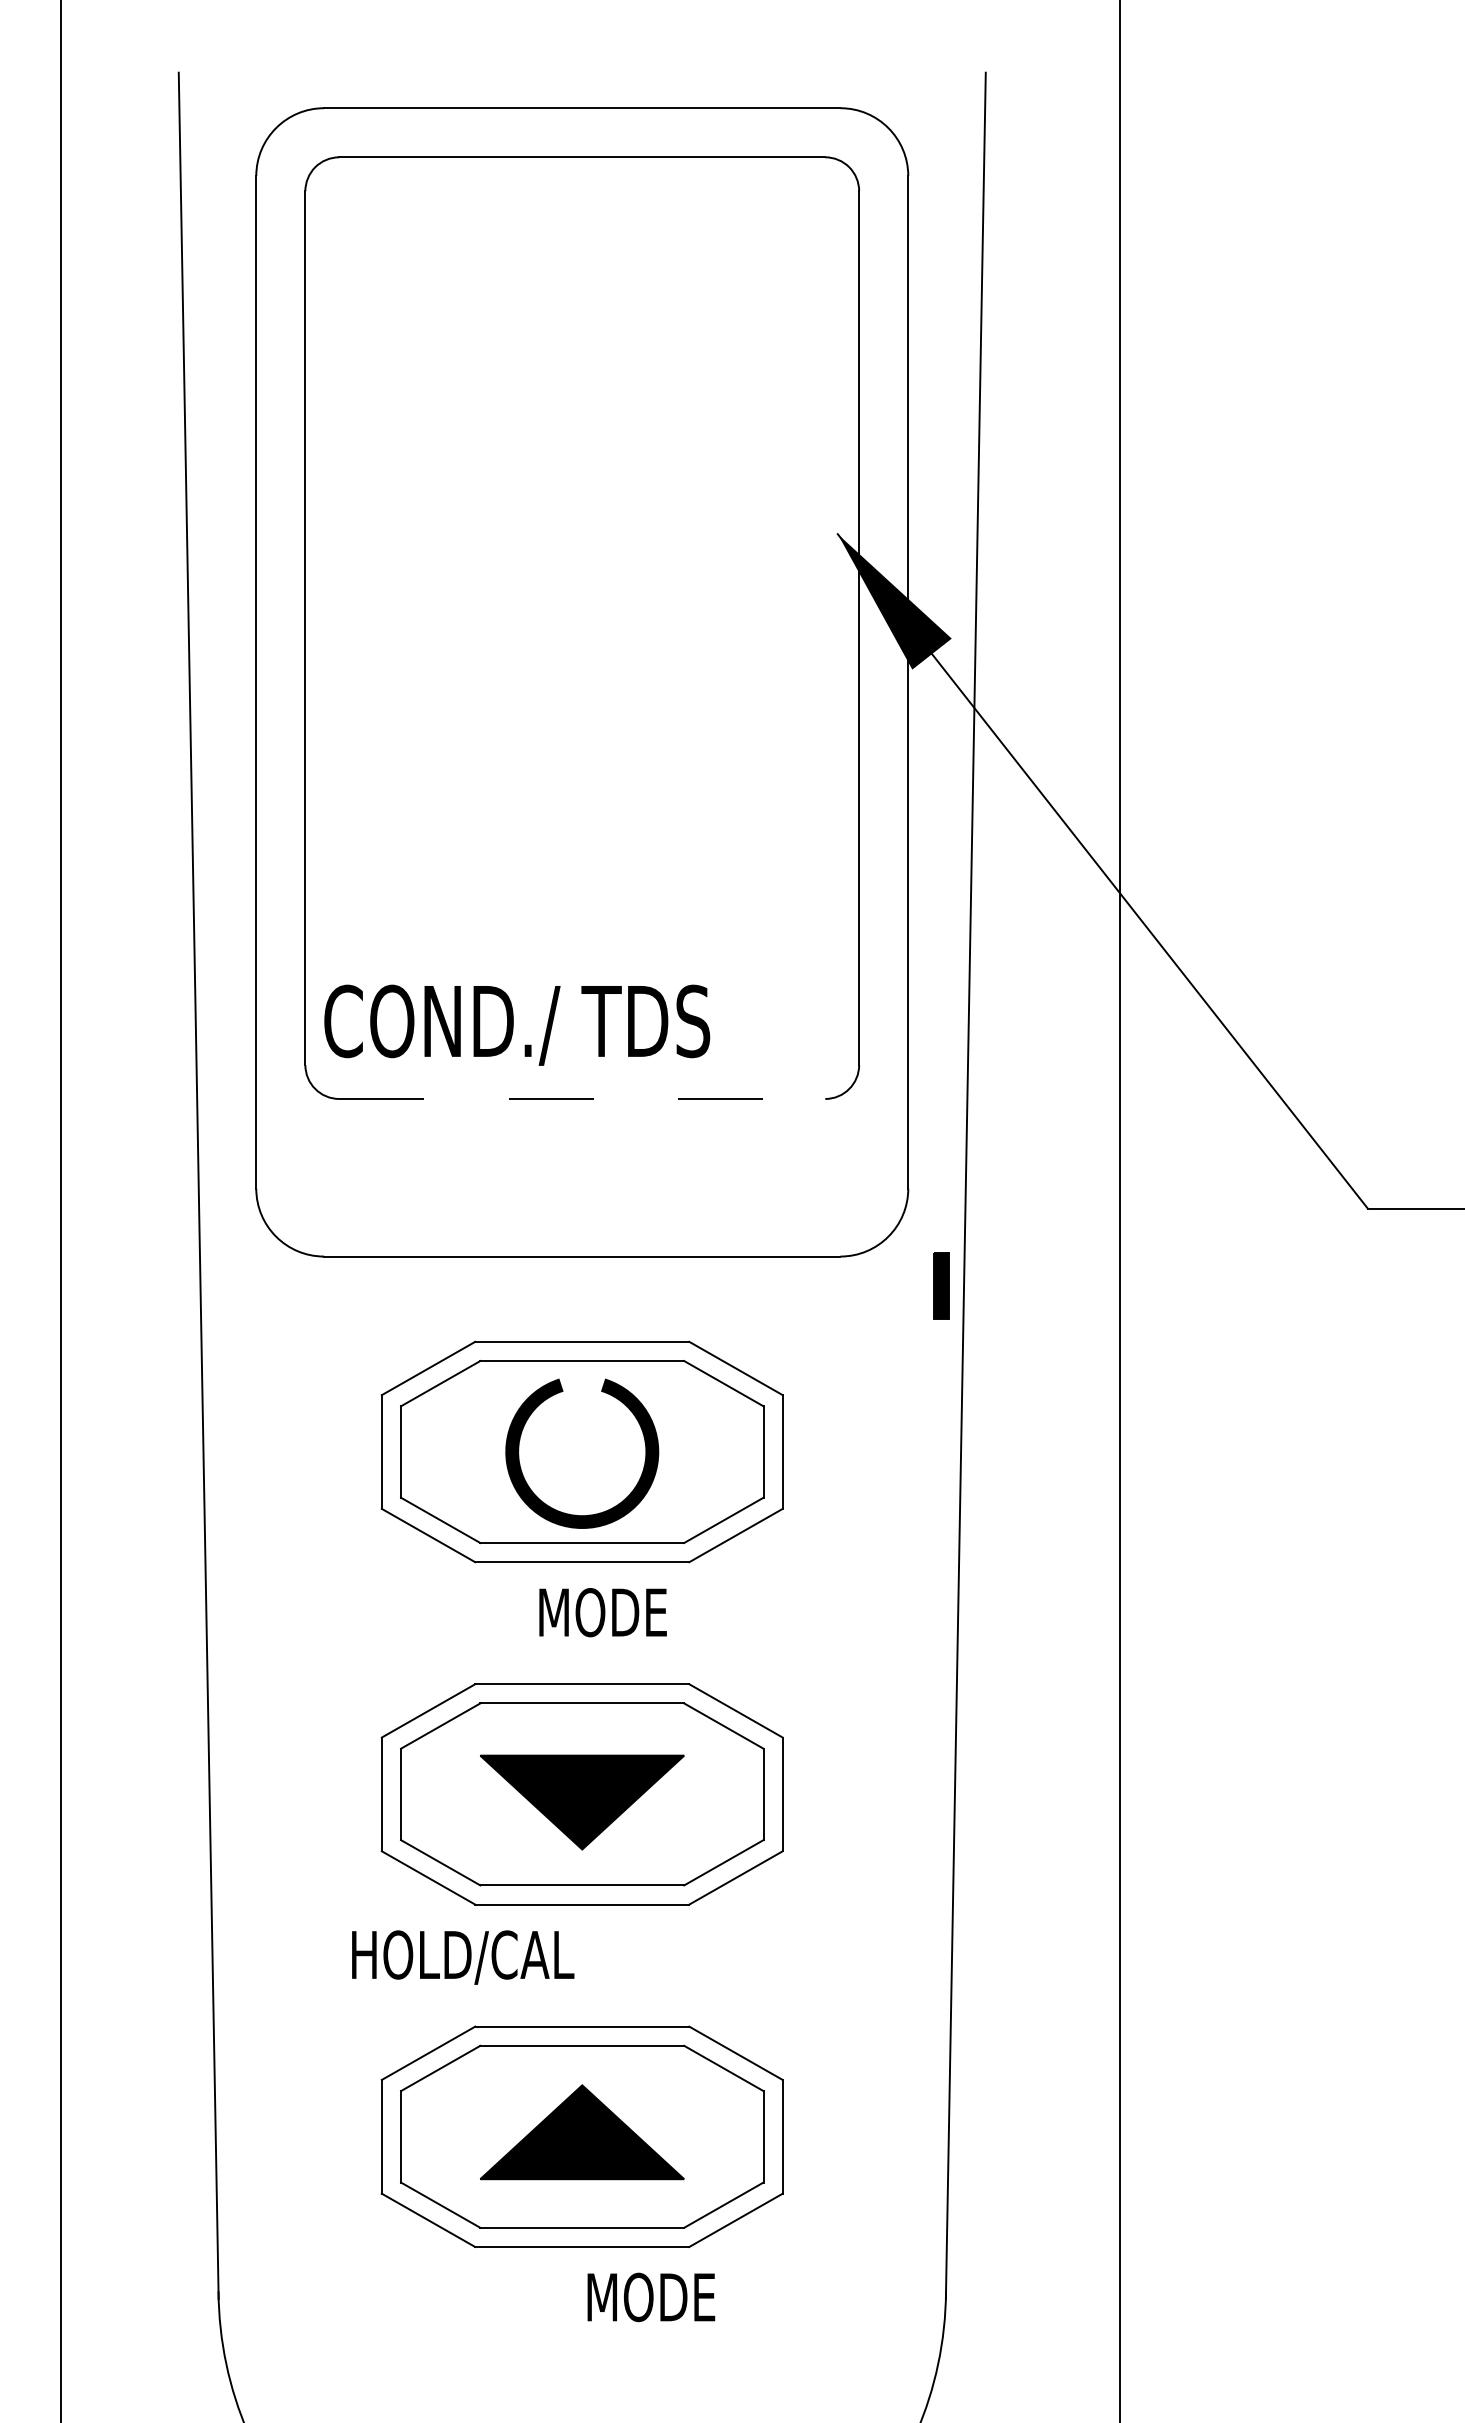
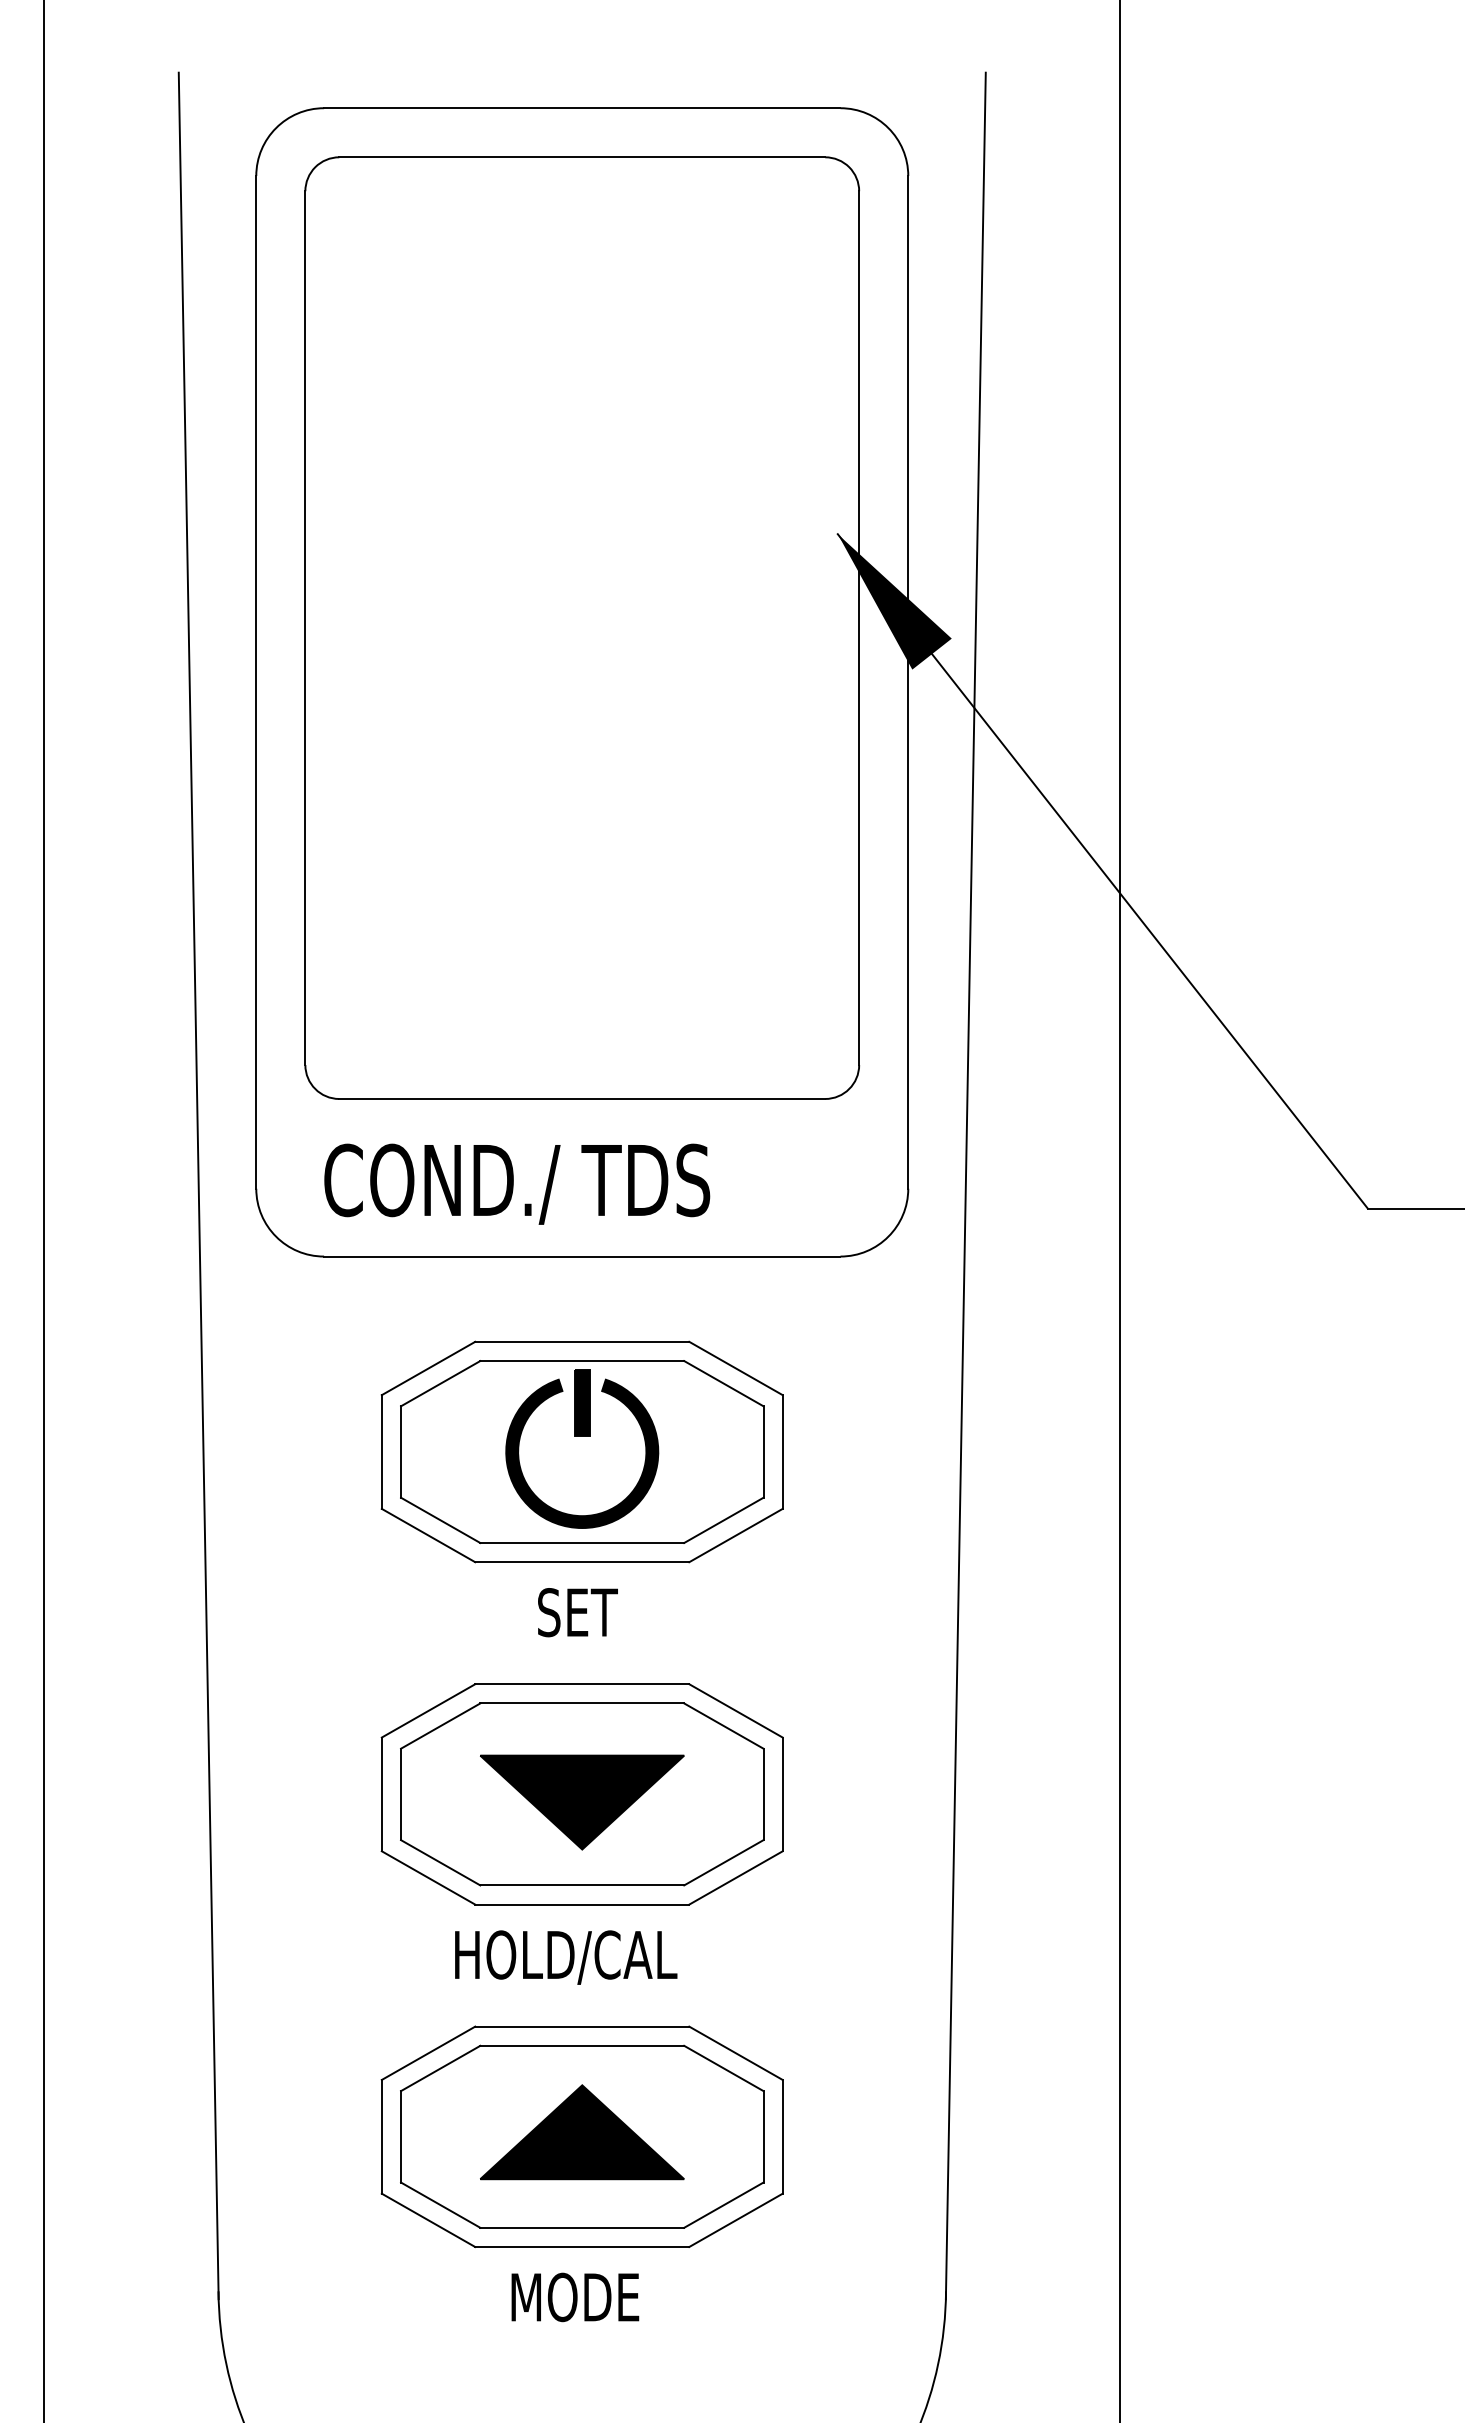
text at (517, 1024) position: (517, 1024) -> (517, 1183)
line at (582, 1098): dashed -> solid
line at (61, 1210) position: (61, 1210) -> (44, 1210)
part at (941, 1285) position: (941, 1285) -> (582, 1402)
text at (602, 1612): MODE -> SET
text at (463, 1957) position: (463, 1957) -> (566, 1957)
text at (651, 2297) position: (651, 2297) -> (575, 2297)
